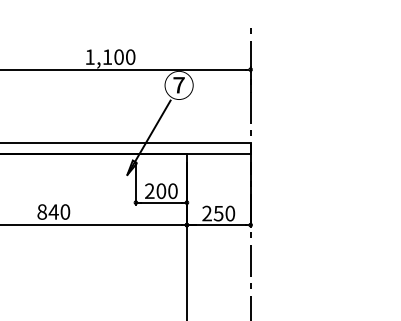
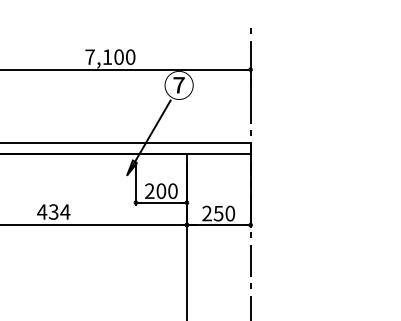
text at (89, 56): 1,100 -> 7,100
text at (53, 211): 840 -> 434
